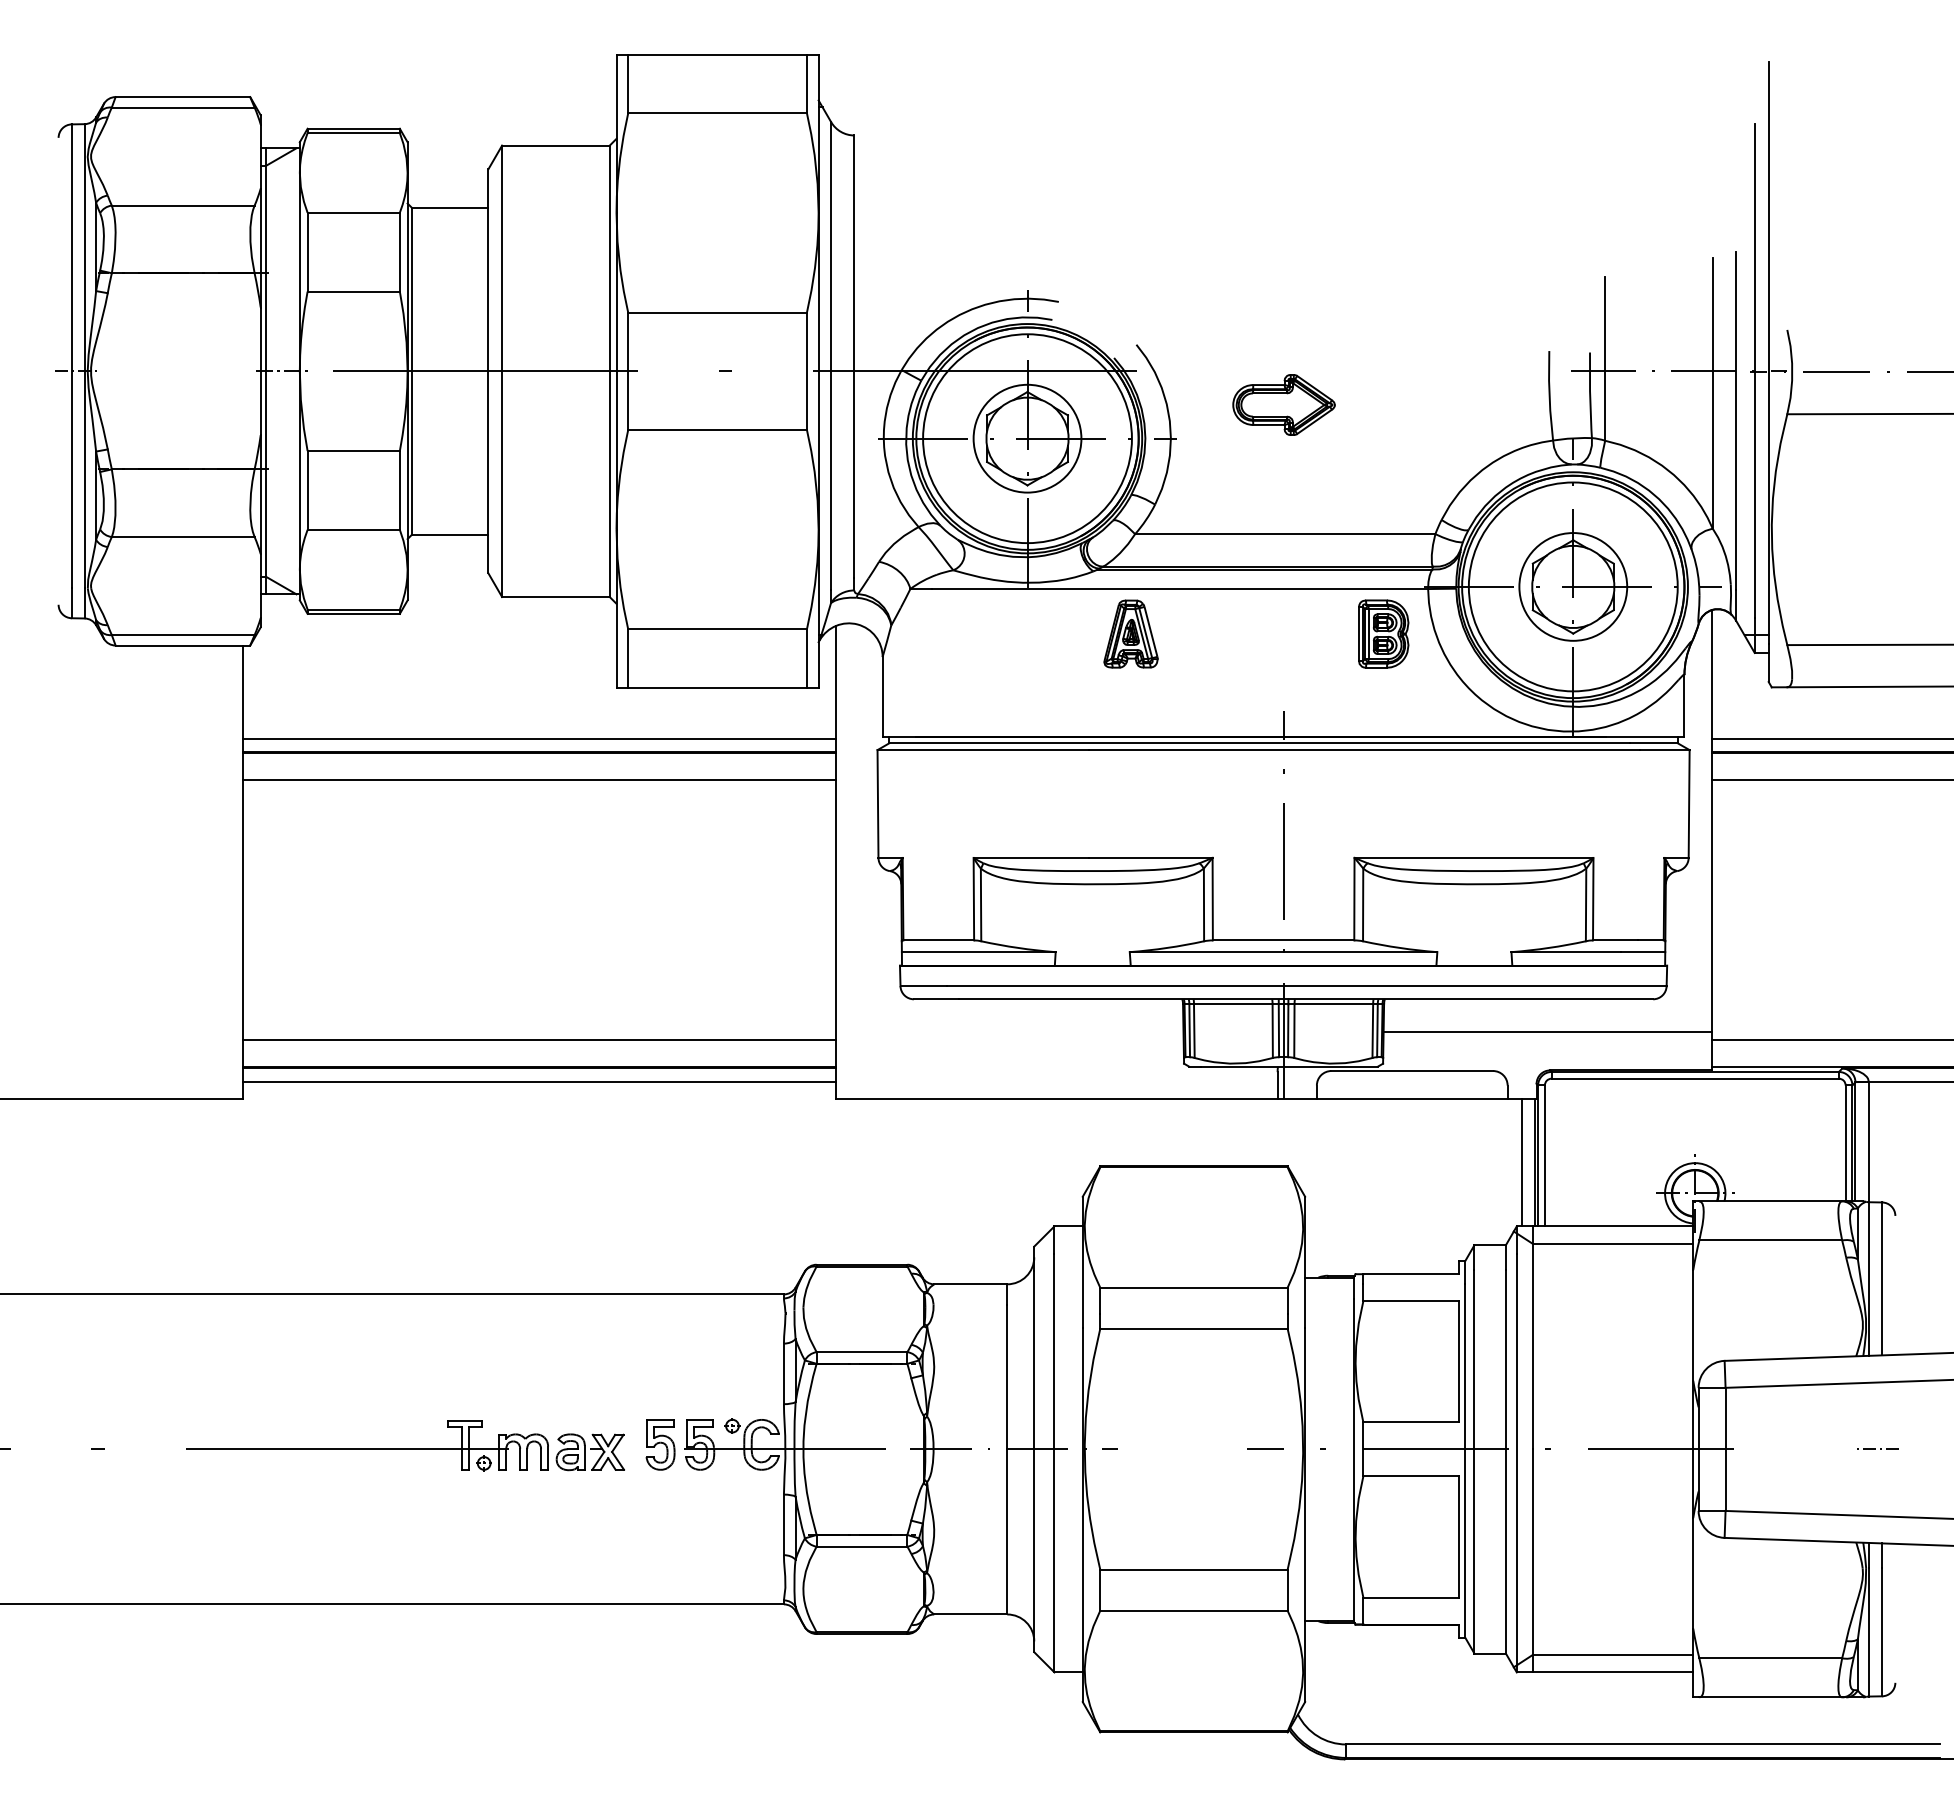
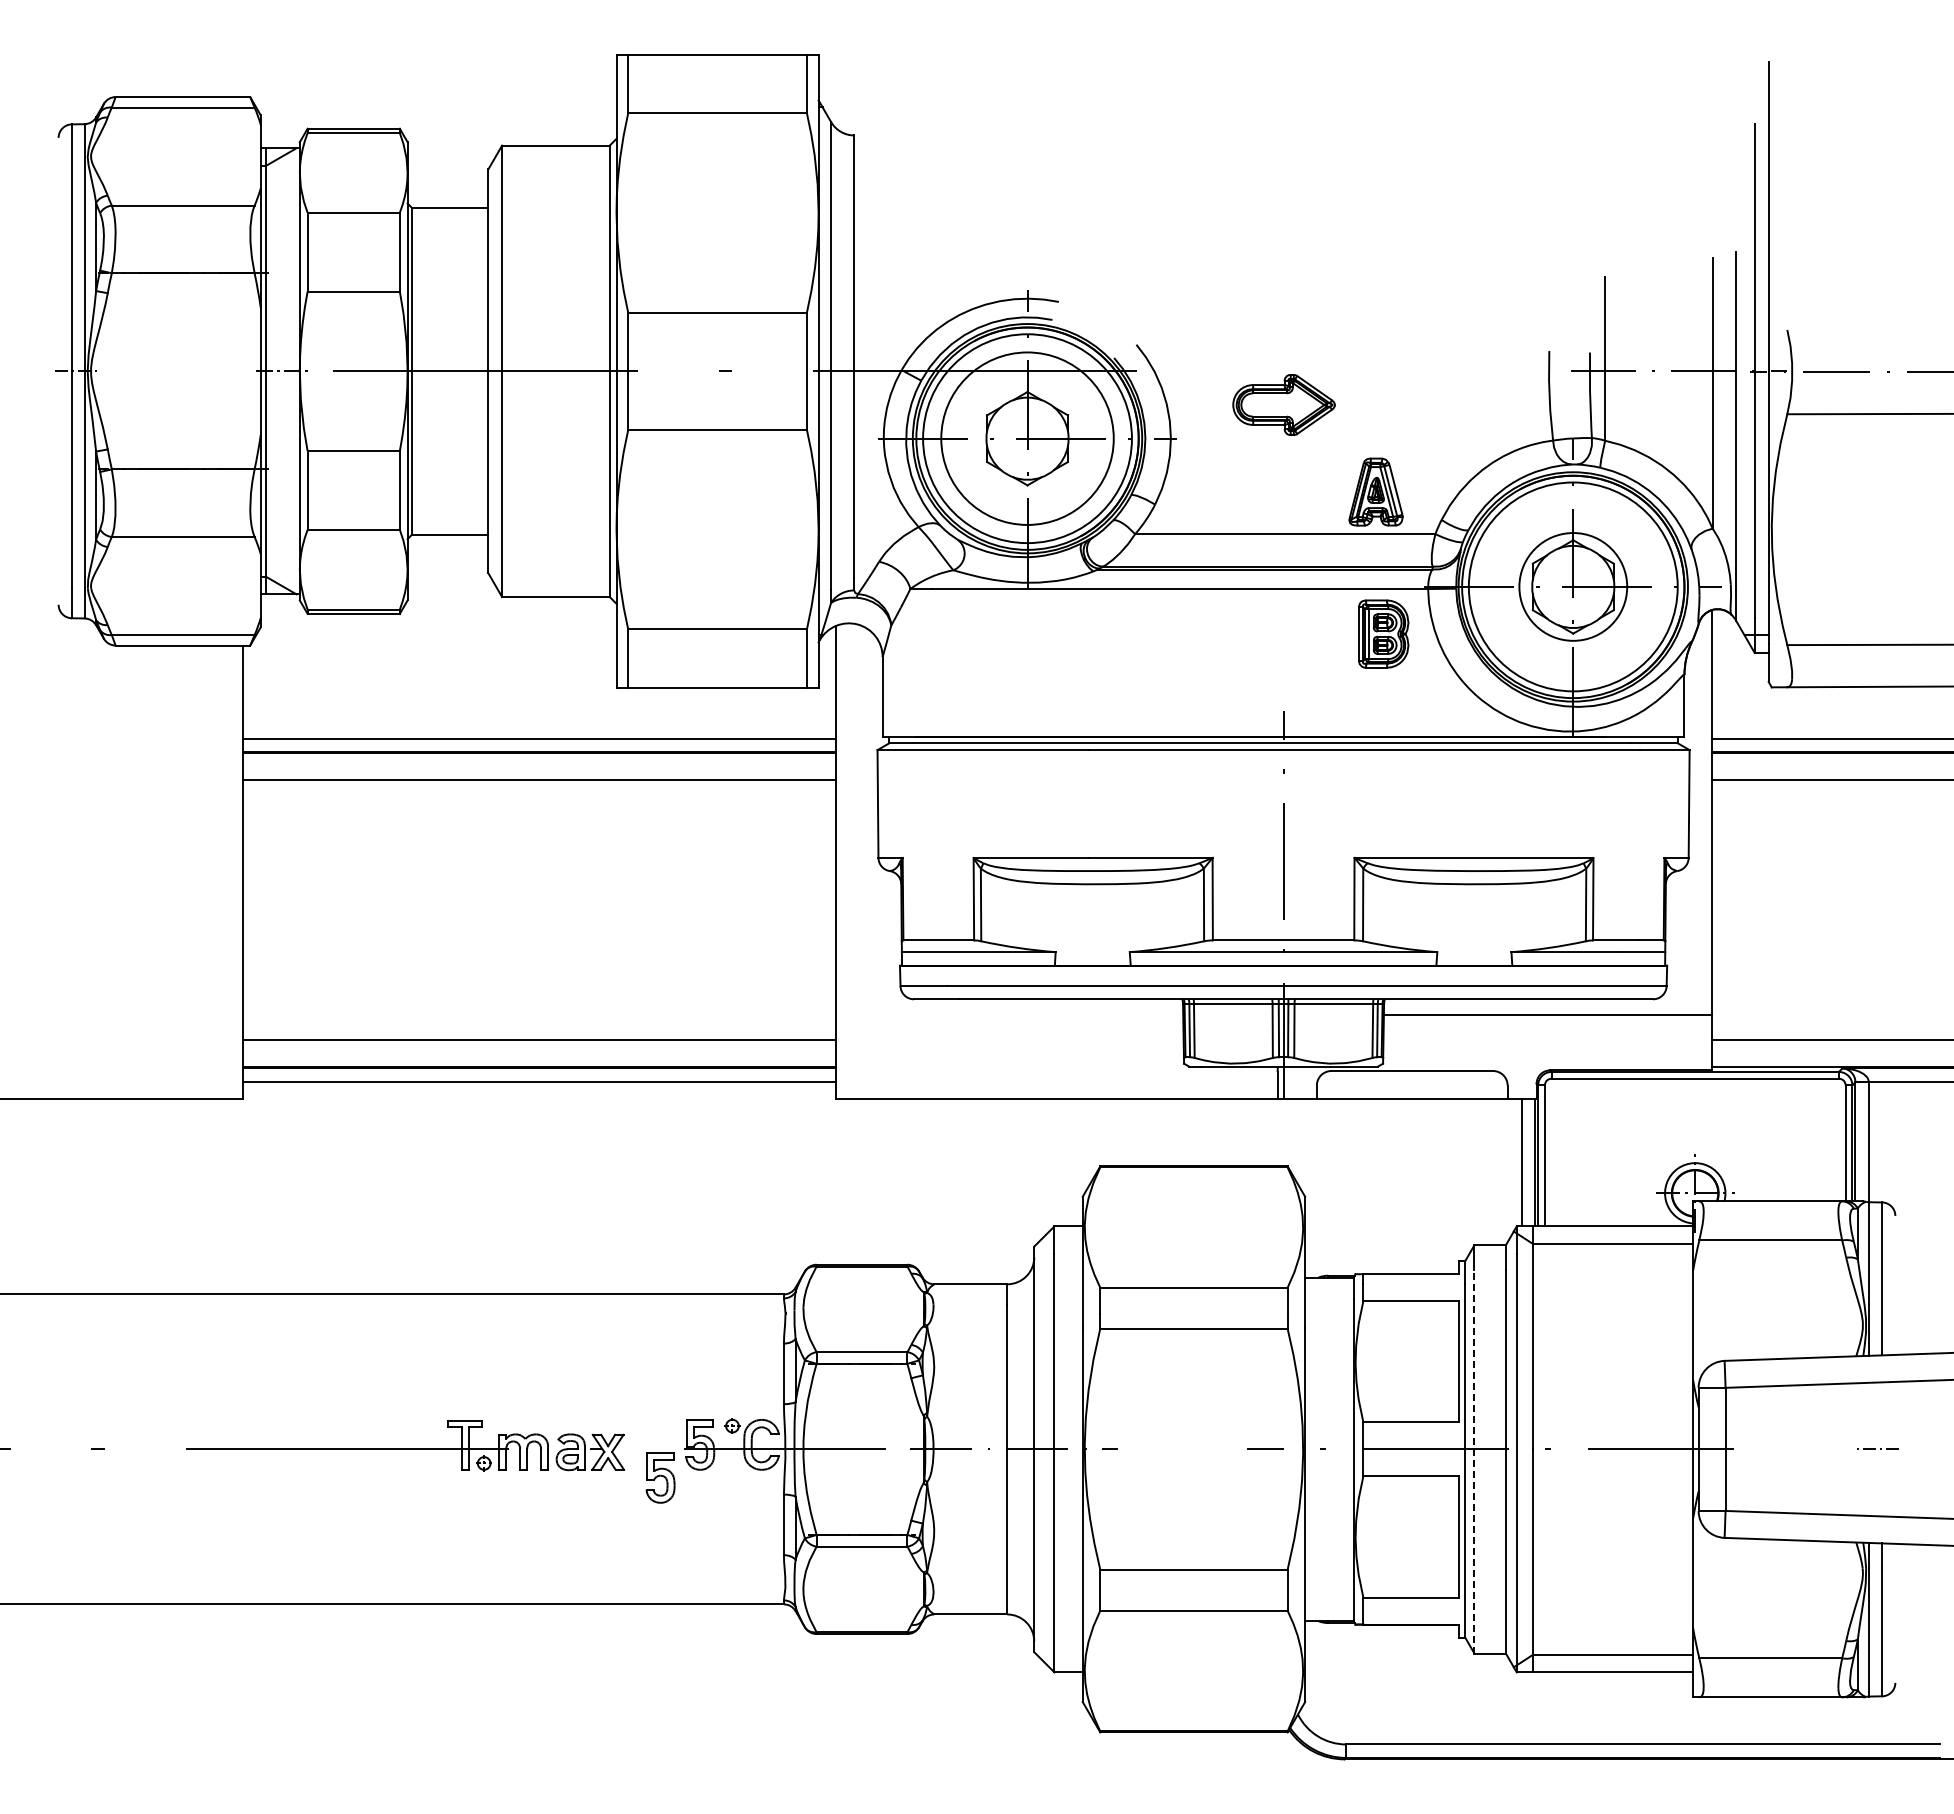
circle at (1027, 438) diameter: 108 px -> 172 px
part at (1130, 633) position: (1130, 633) -> (1375, 491)
line at (1547, 1031) position: (1547, 1031) -> (1547, 1014)
part at (660, 1444) position: (660, 1444) -> (660, 1477)
line at (1474, 1461): solid -> dashed
